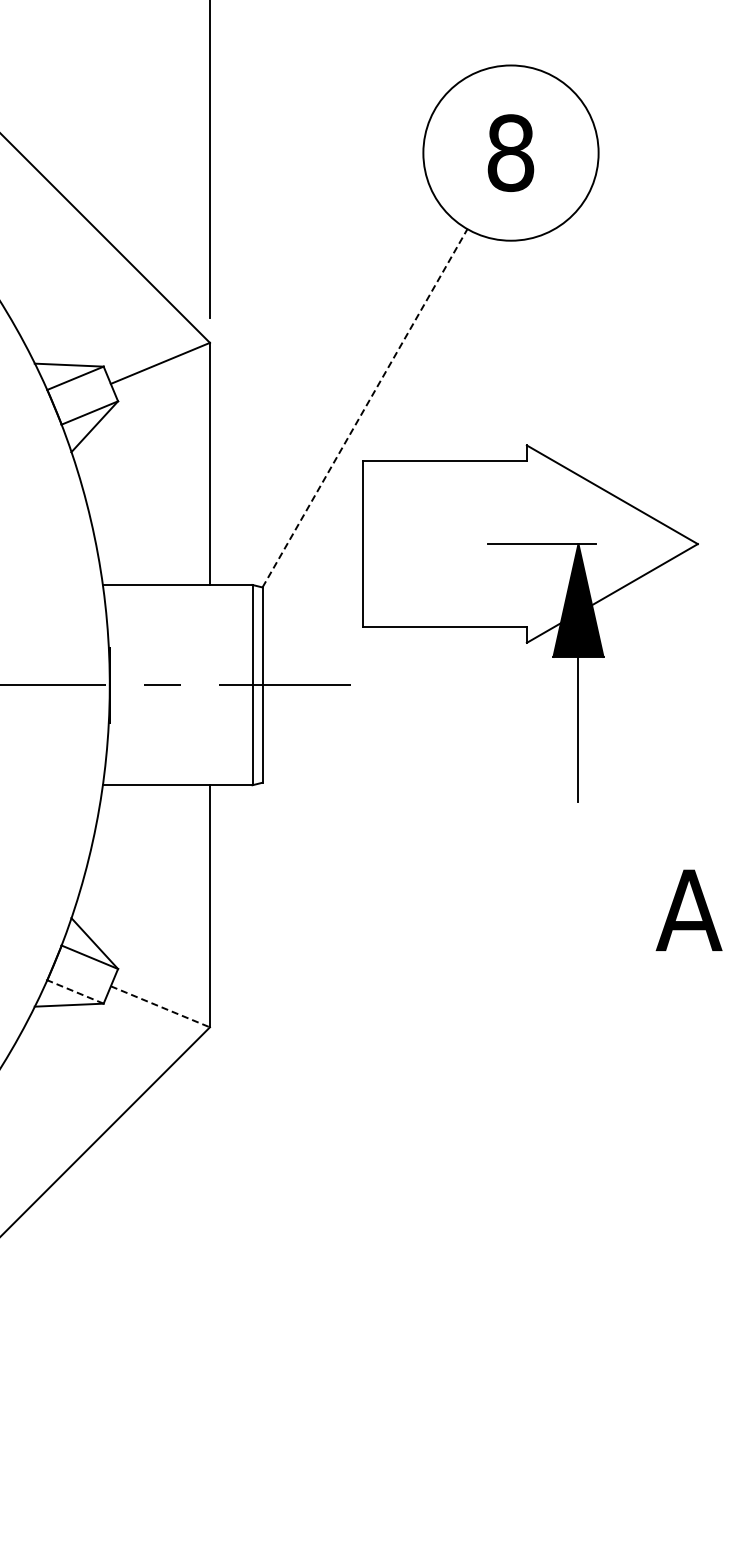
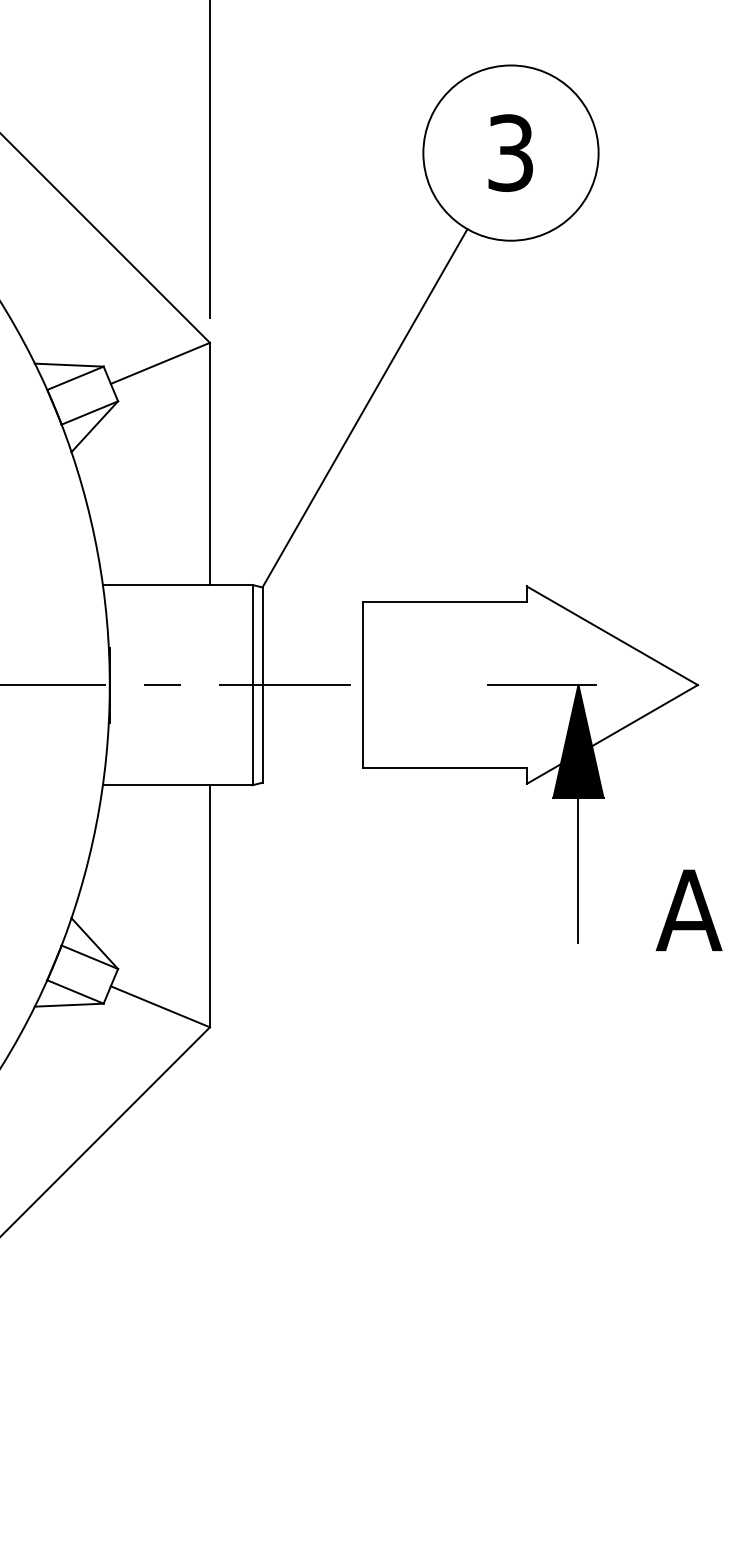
text at (510, 153): 8 -> 3
line at (365, 407): dashed -> solid
part at (530, 623) position: (530, 623) -> (530, 764)
line at (75, 991): dashed -> solid
line at (160, 1006): dashed -> solid
